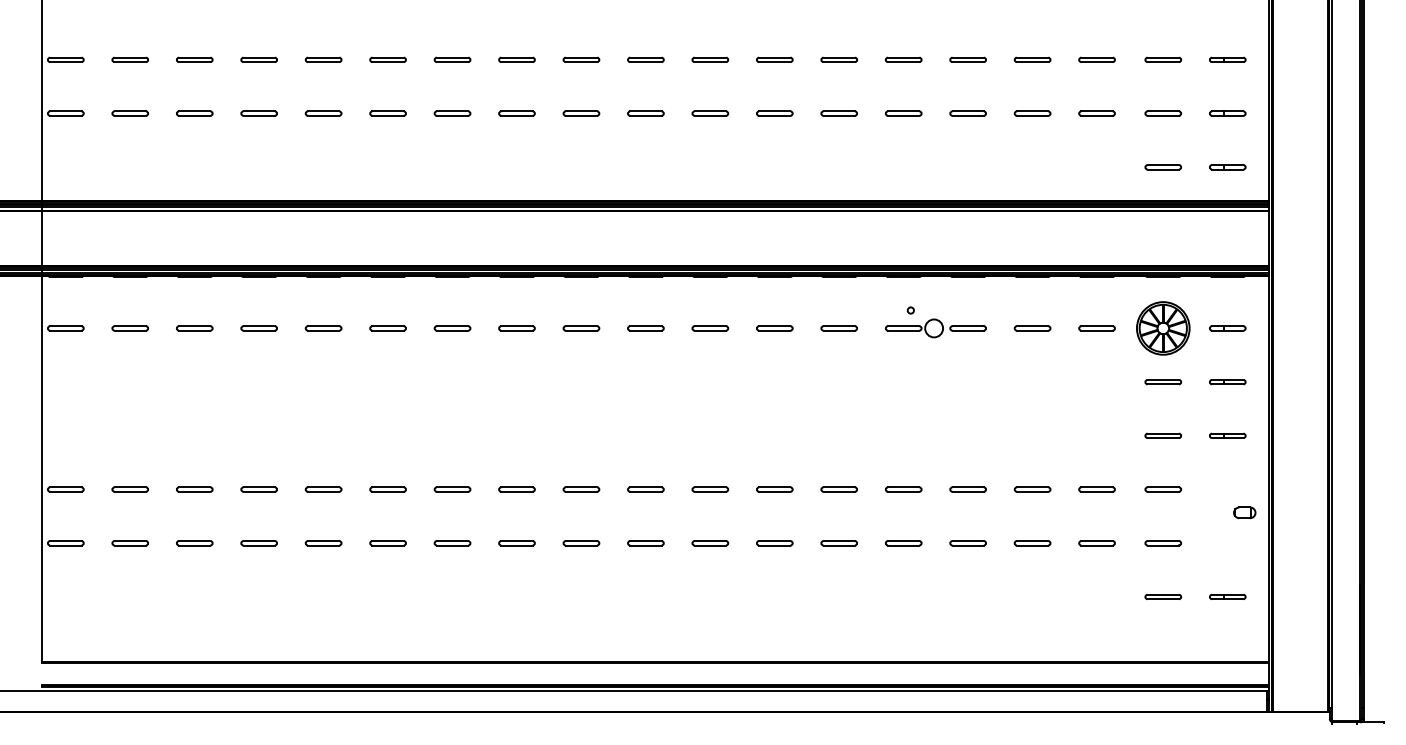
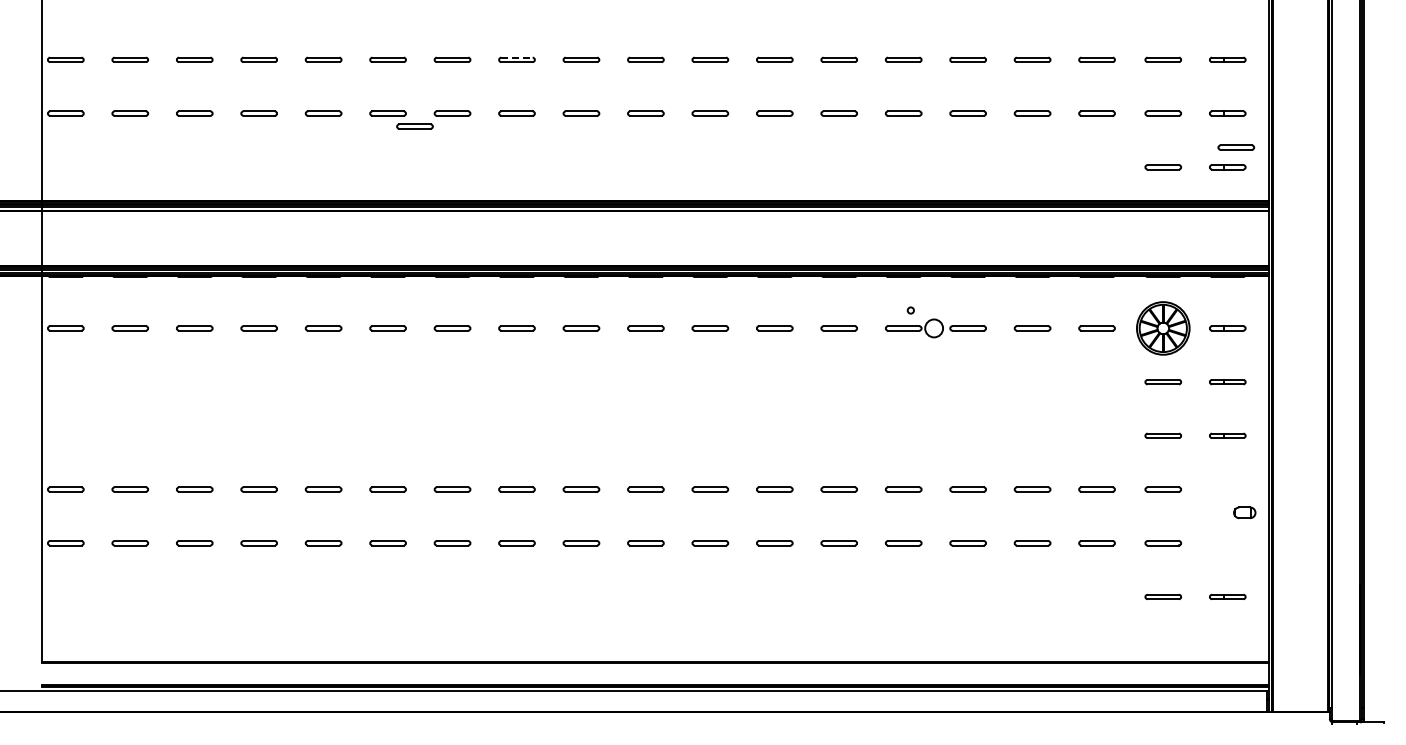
line at (517, 57): solid -> dashed
part at (414, 126): none -> present
part at (1236, 147): none -> present
